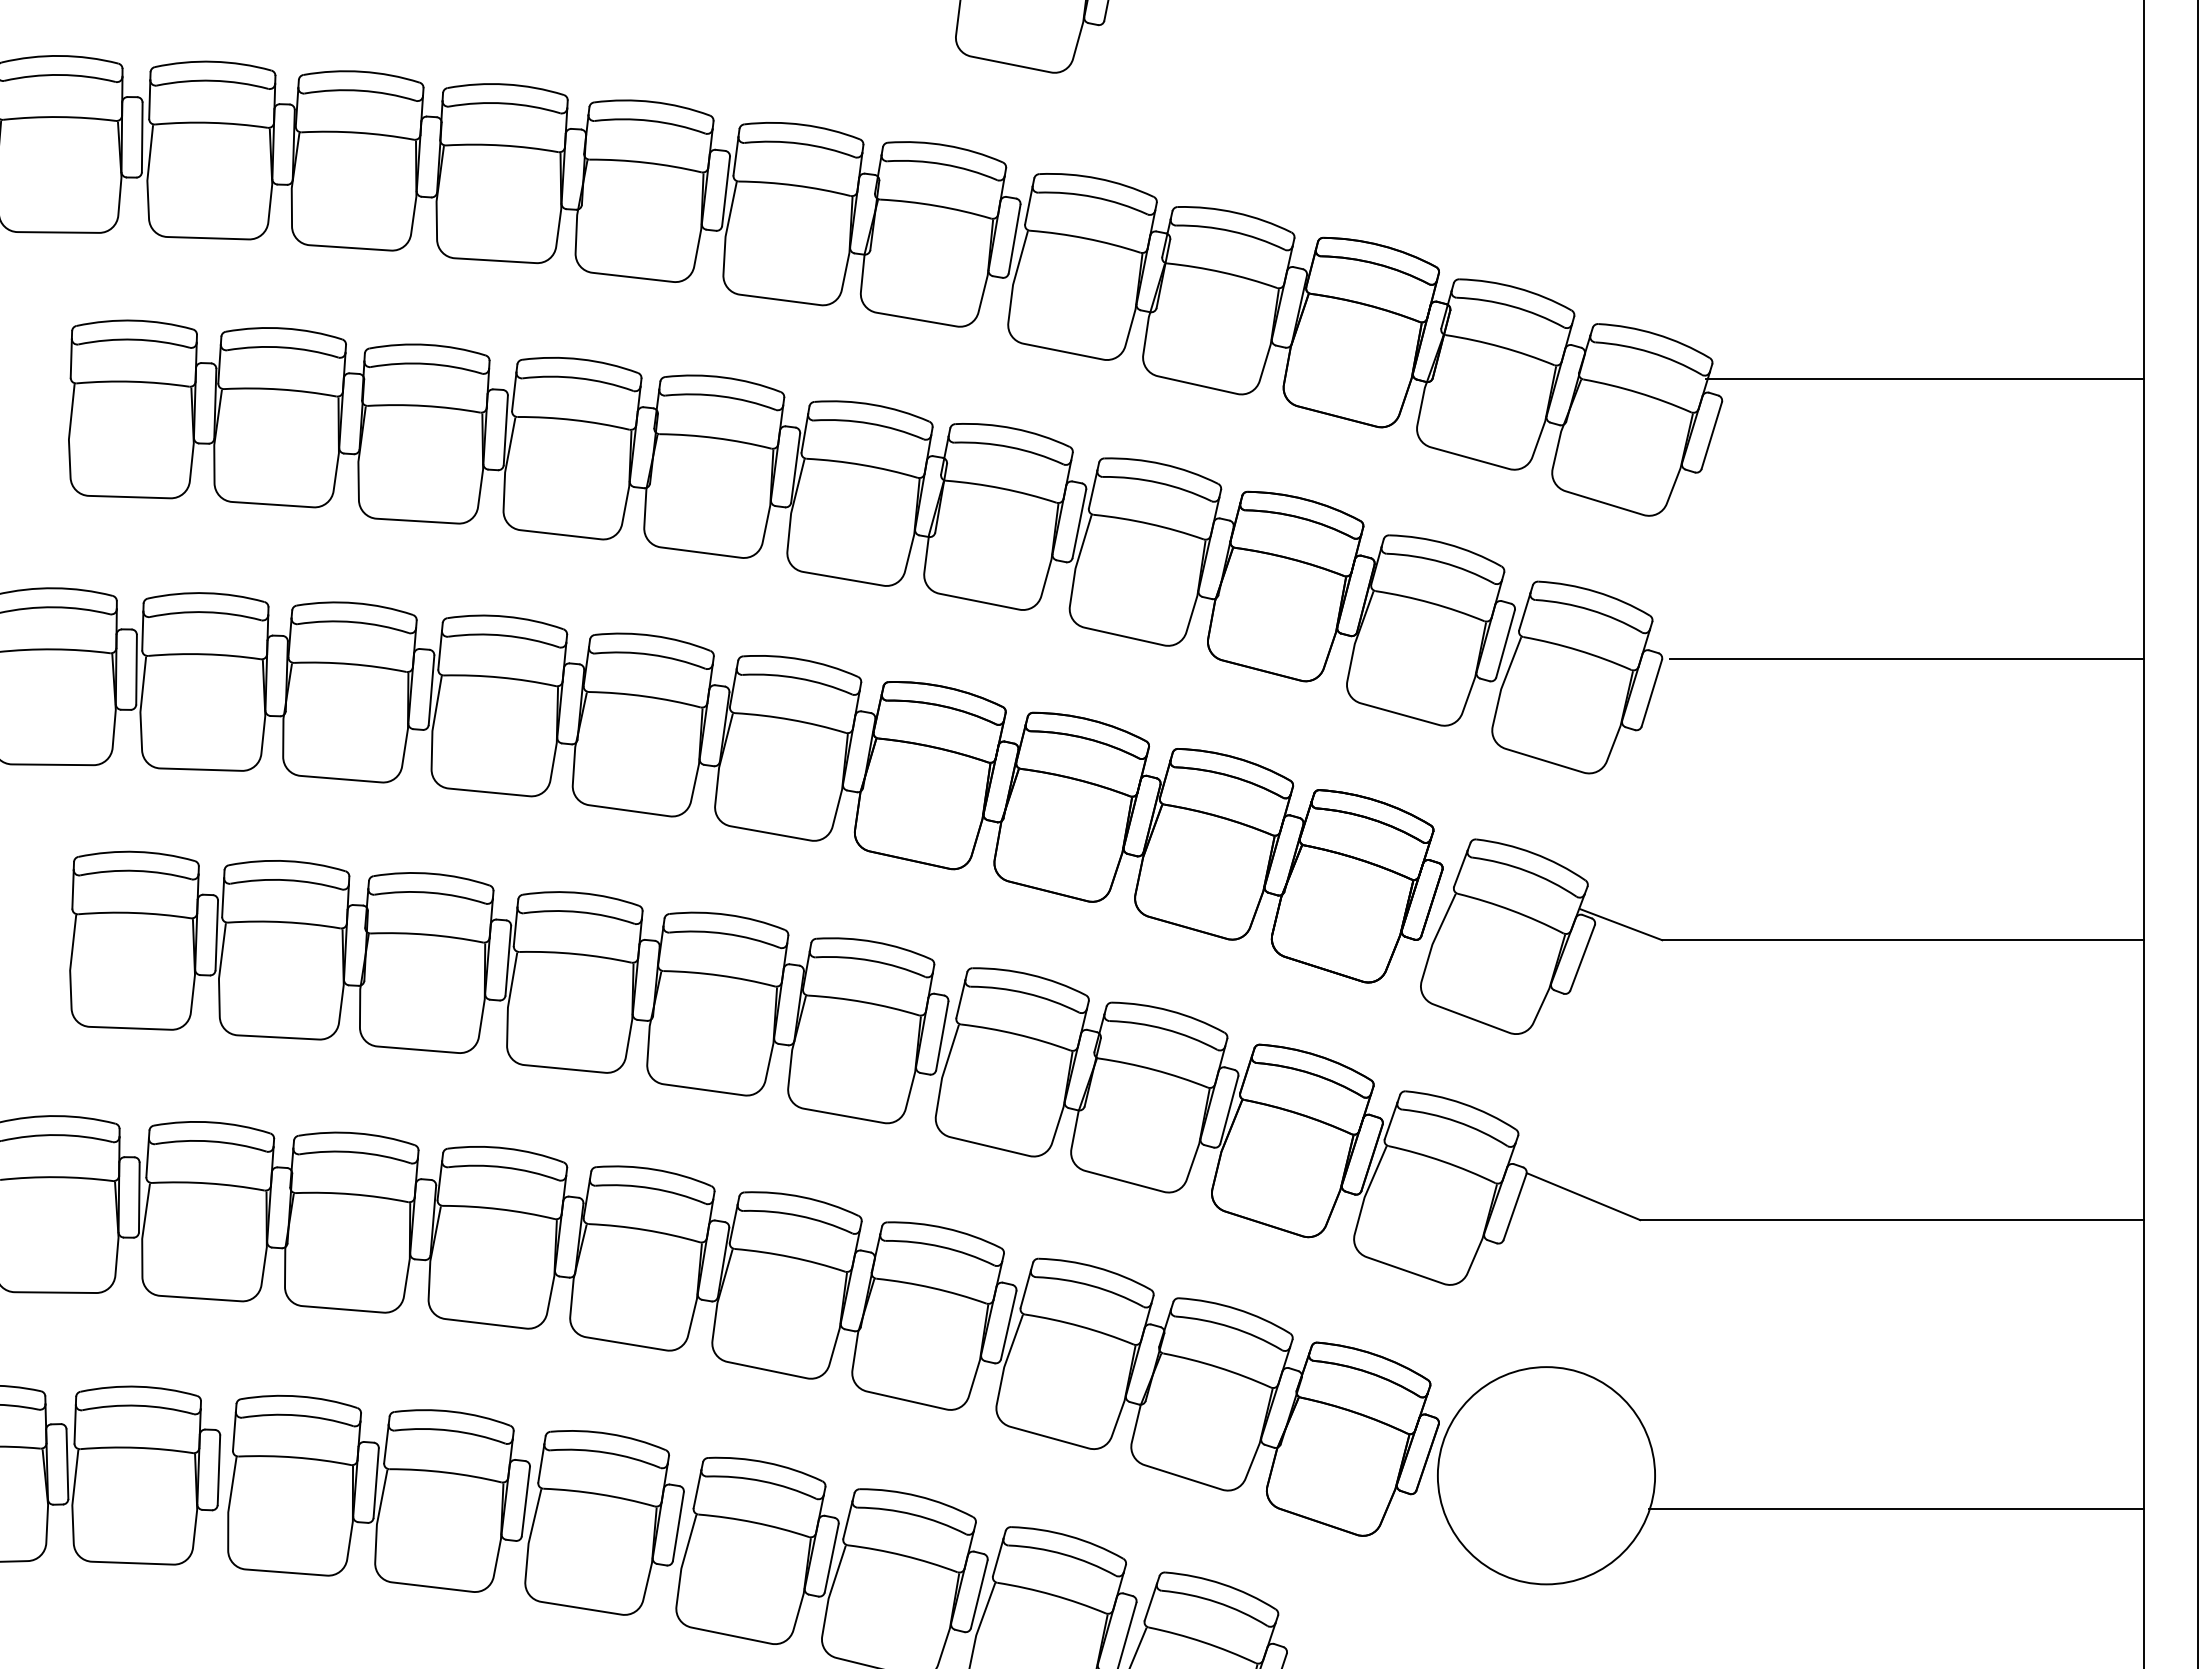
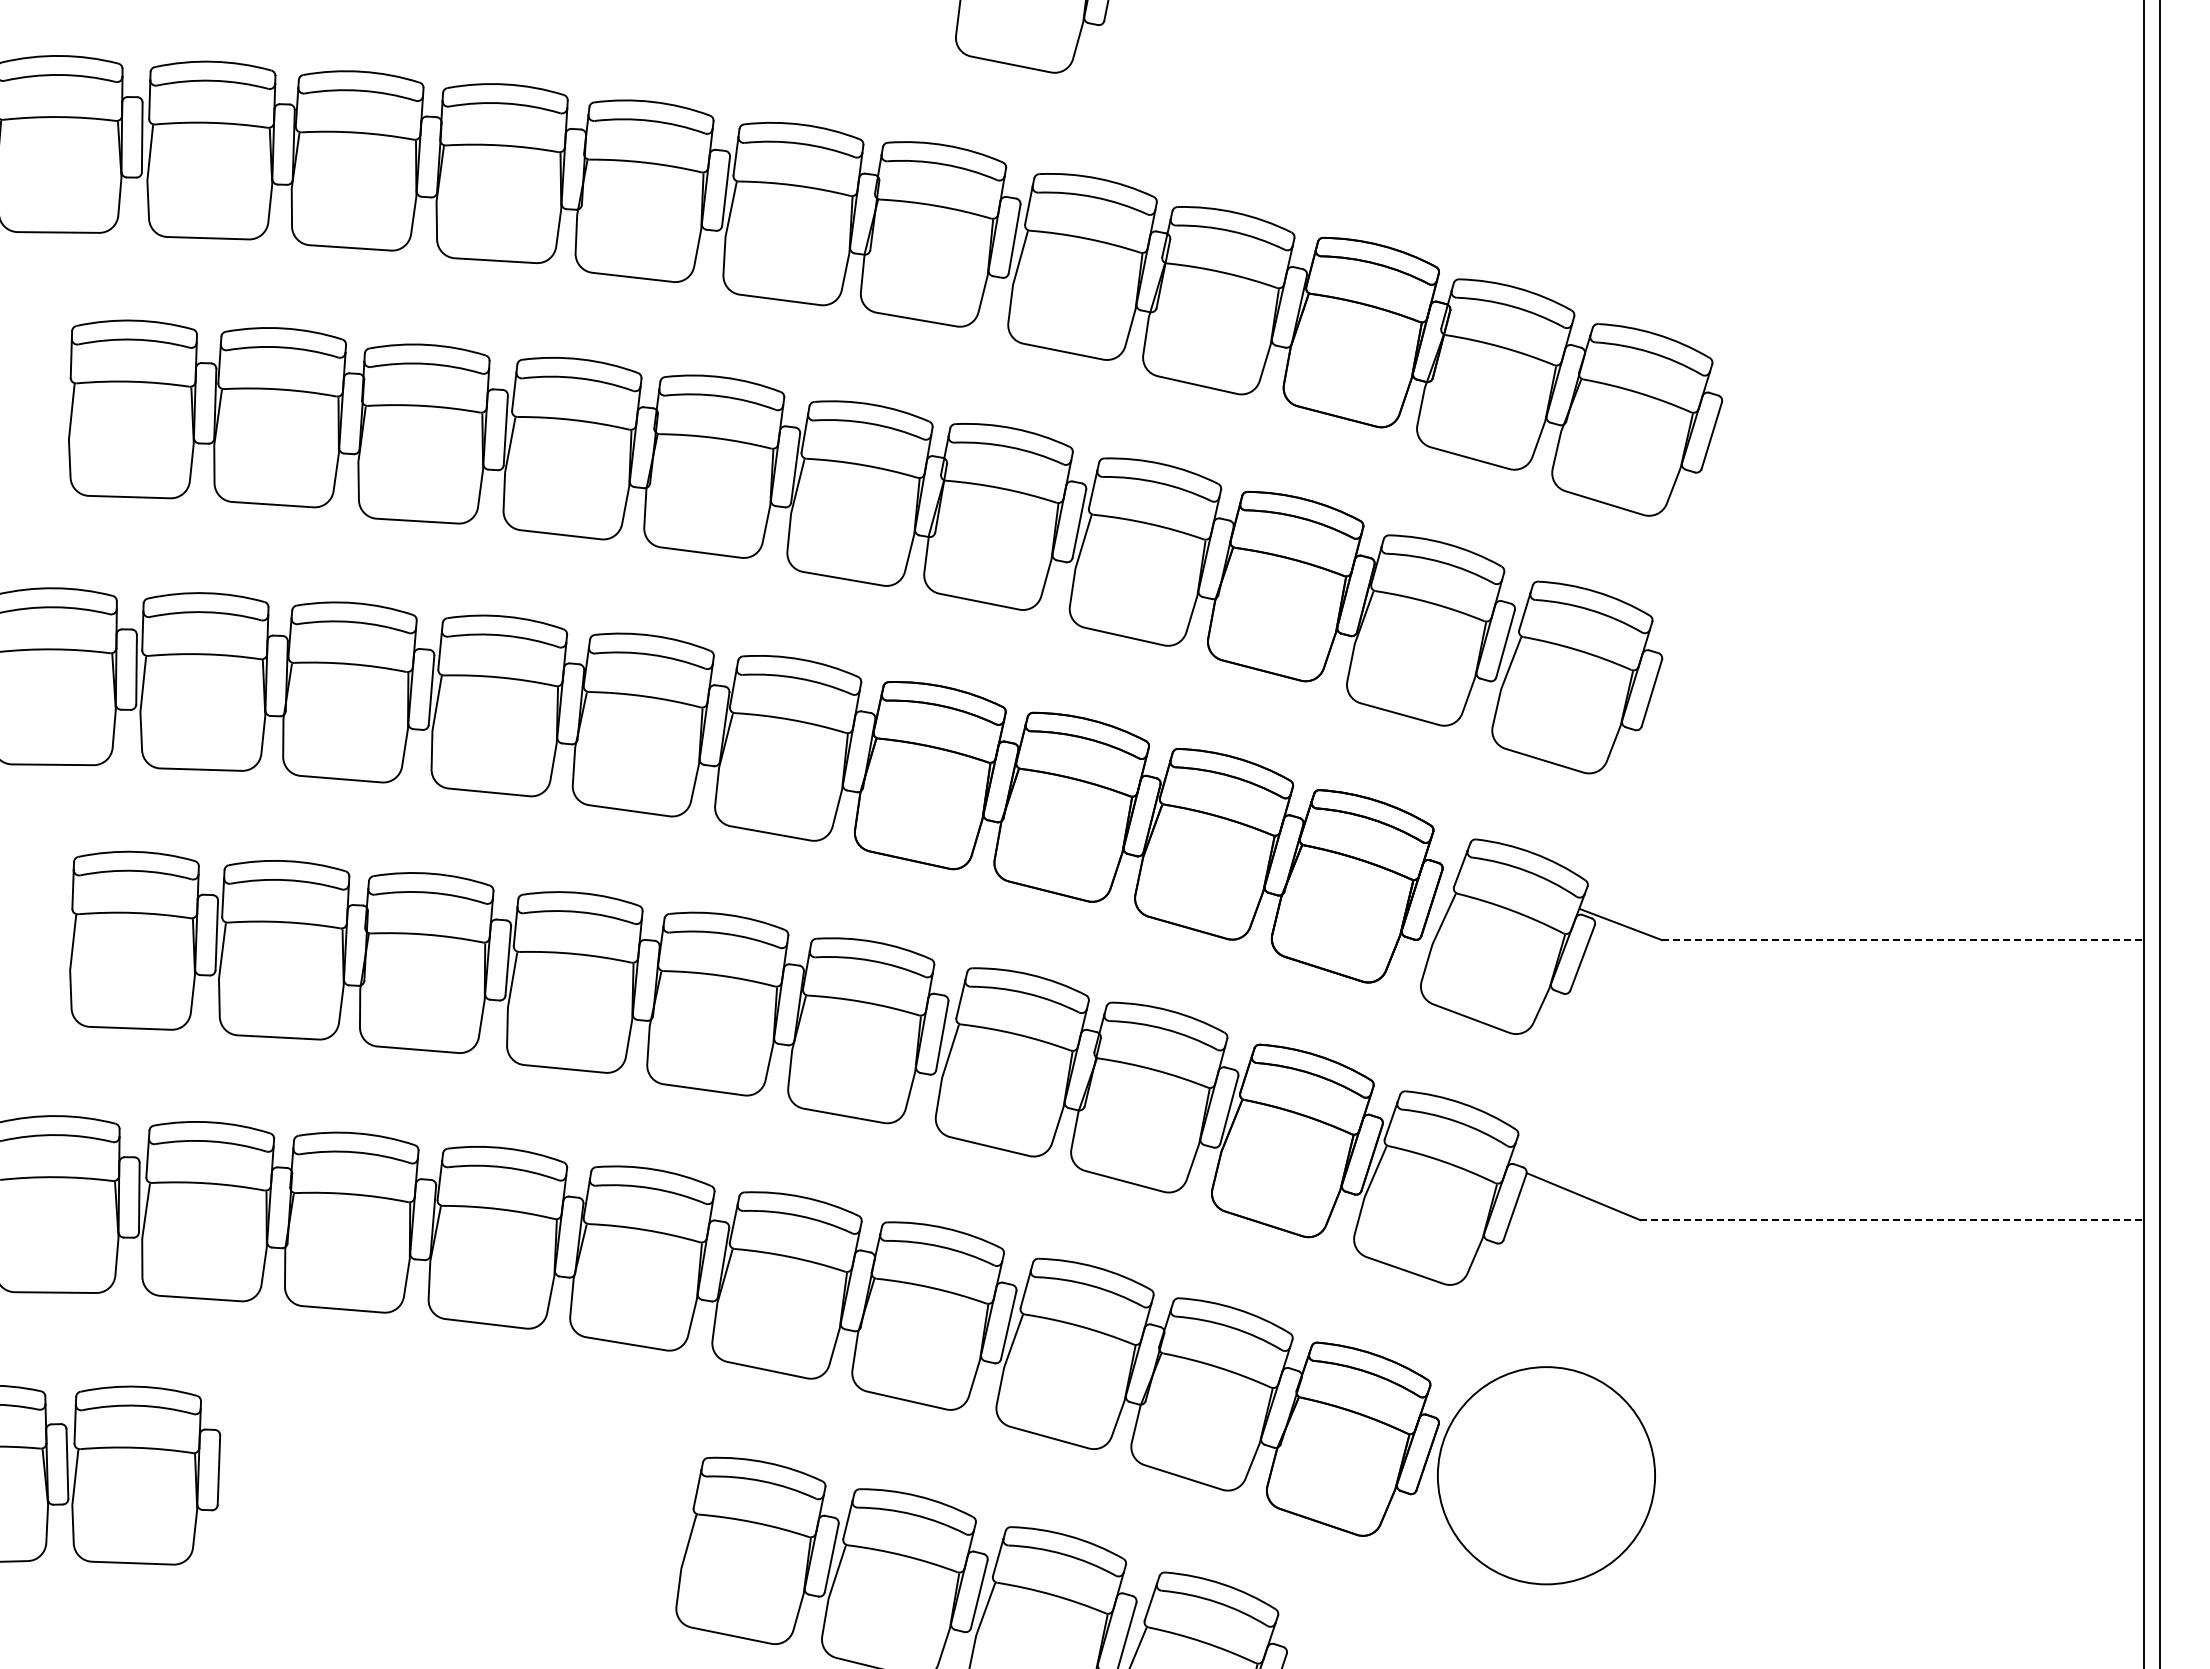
line at (1924, 378): present -> none
line at (1906, 658): present -> none
line at (2198, 833) position: (2198, 833) -> (2160, 833)
line at (1903, 940): solid -> dashed
line at (1892, 1220): solid -> dashed
part at (455, 1504): present -> none
line at (1896, 1508): present -> none
